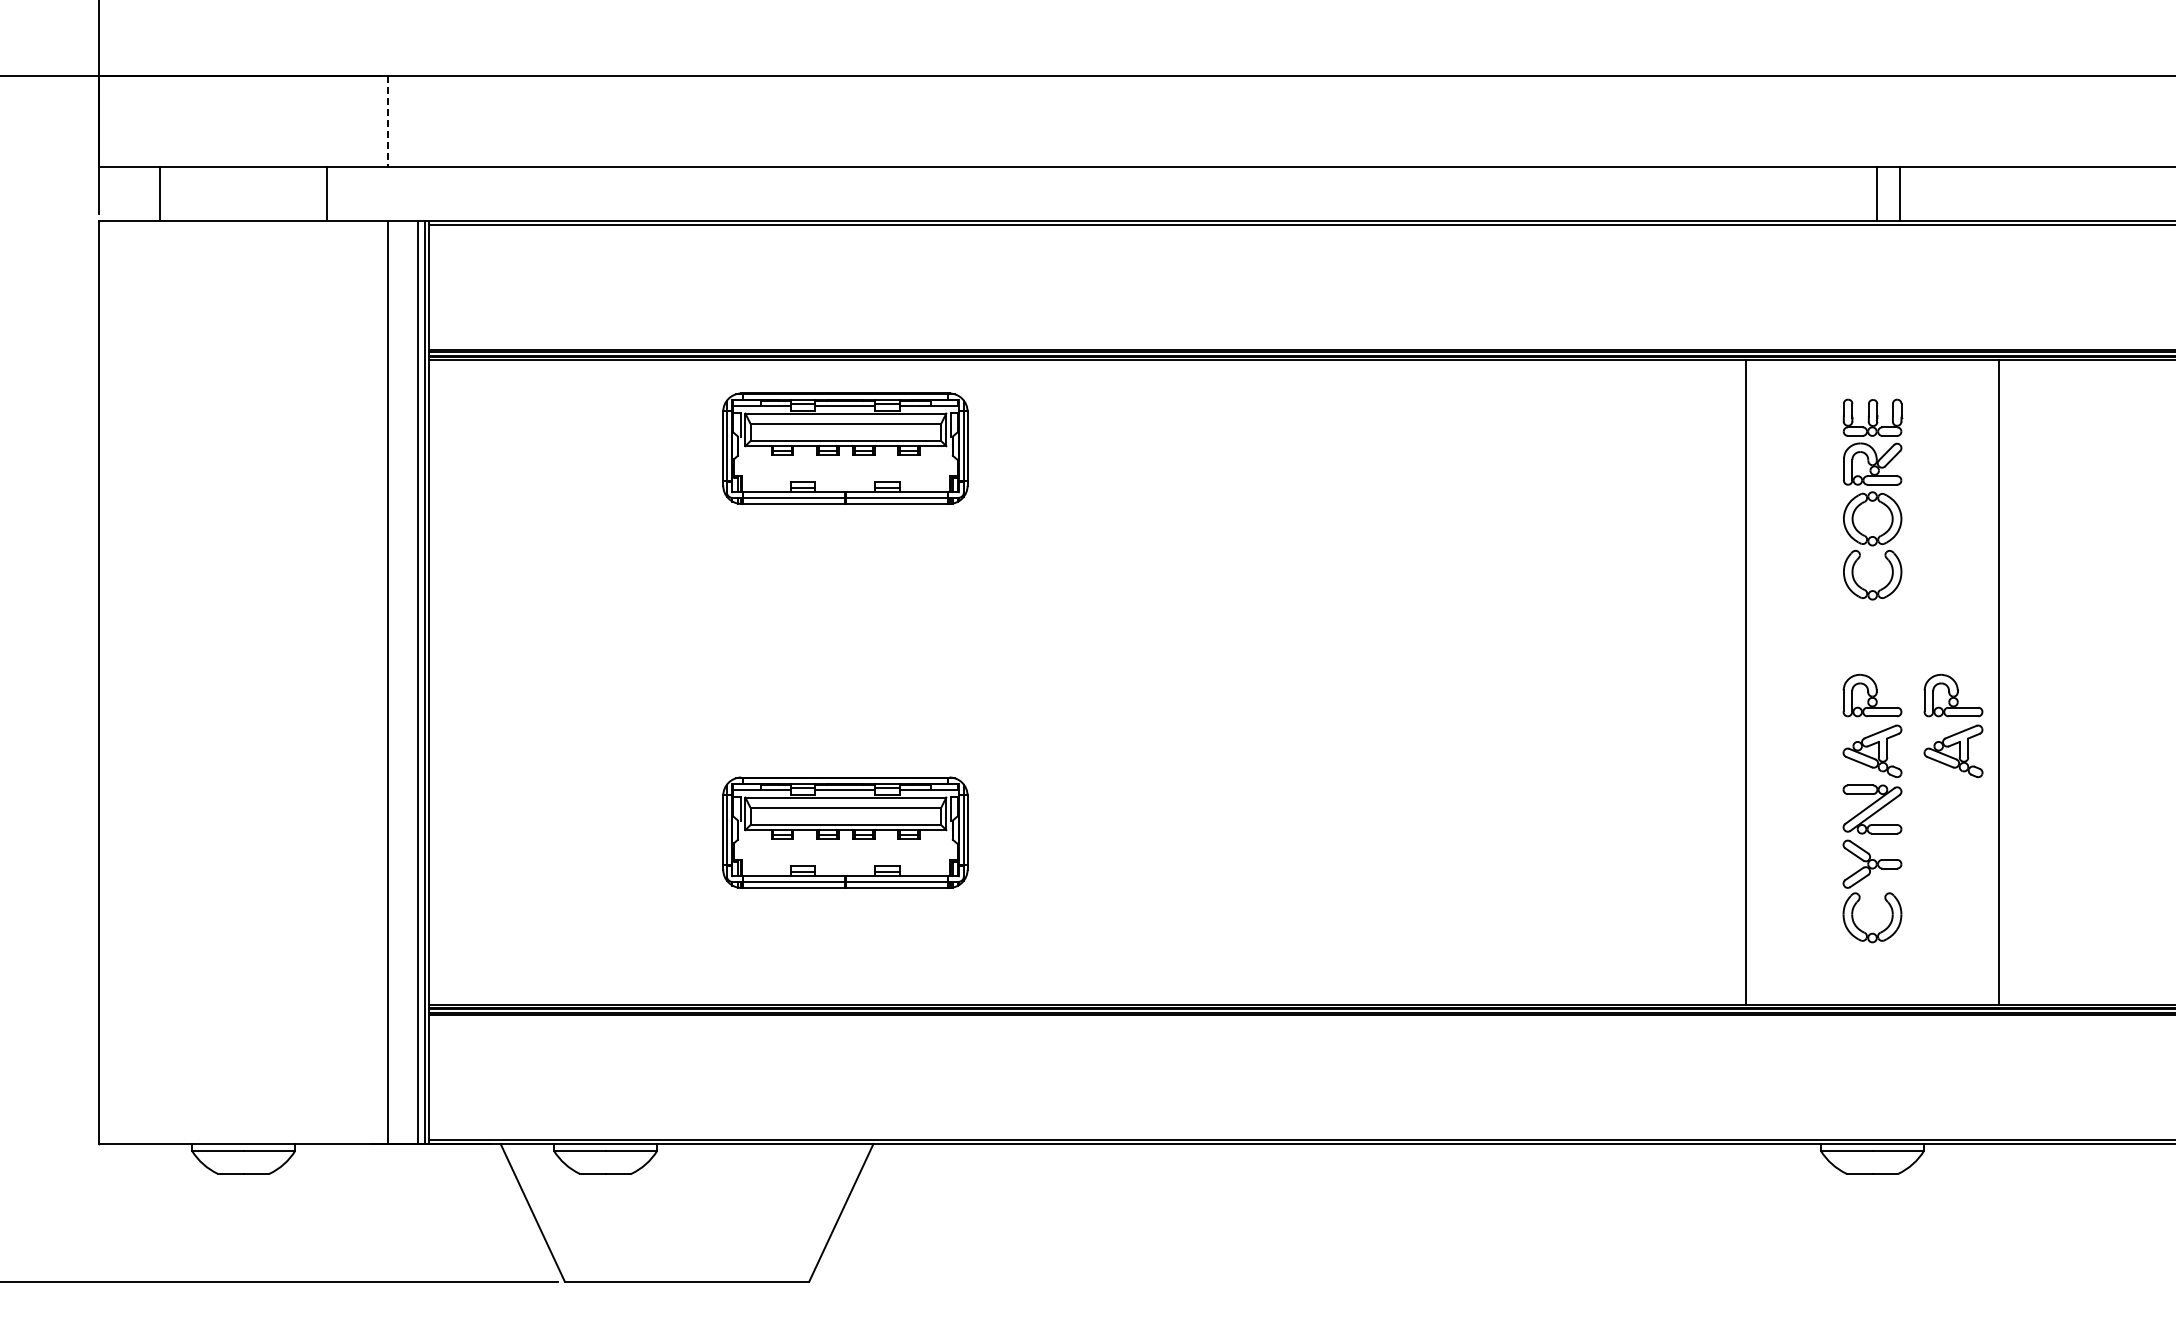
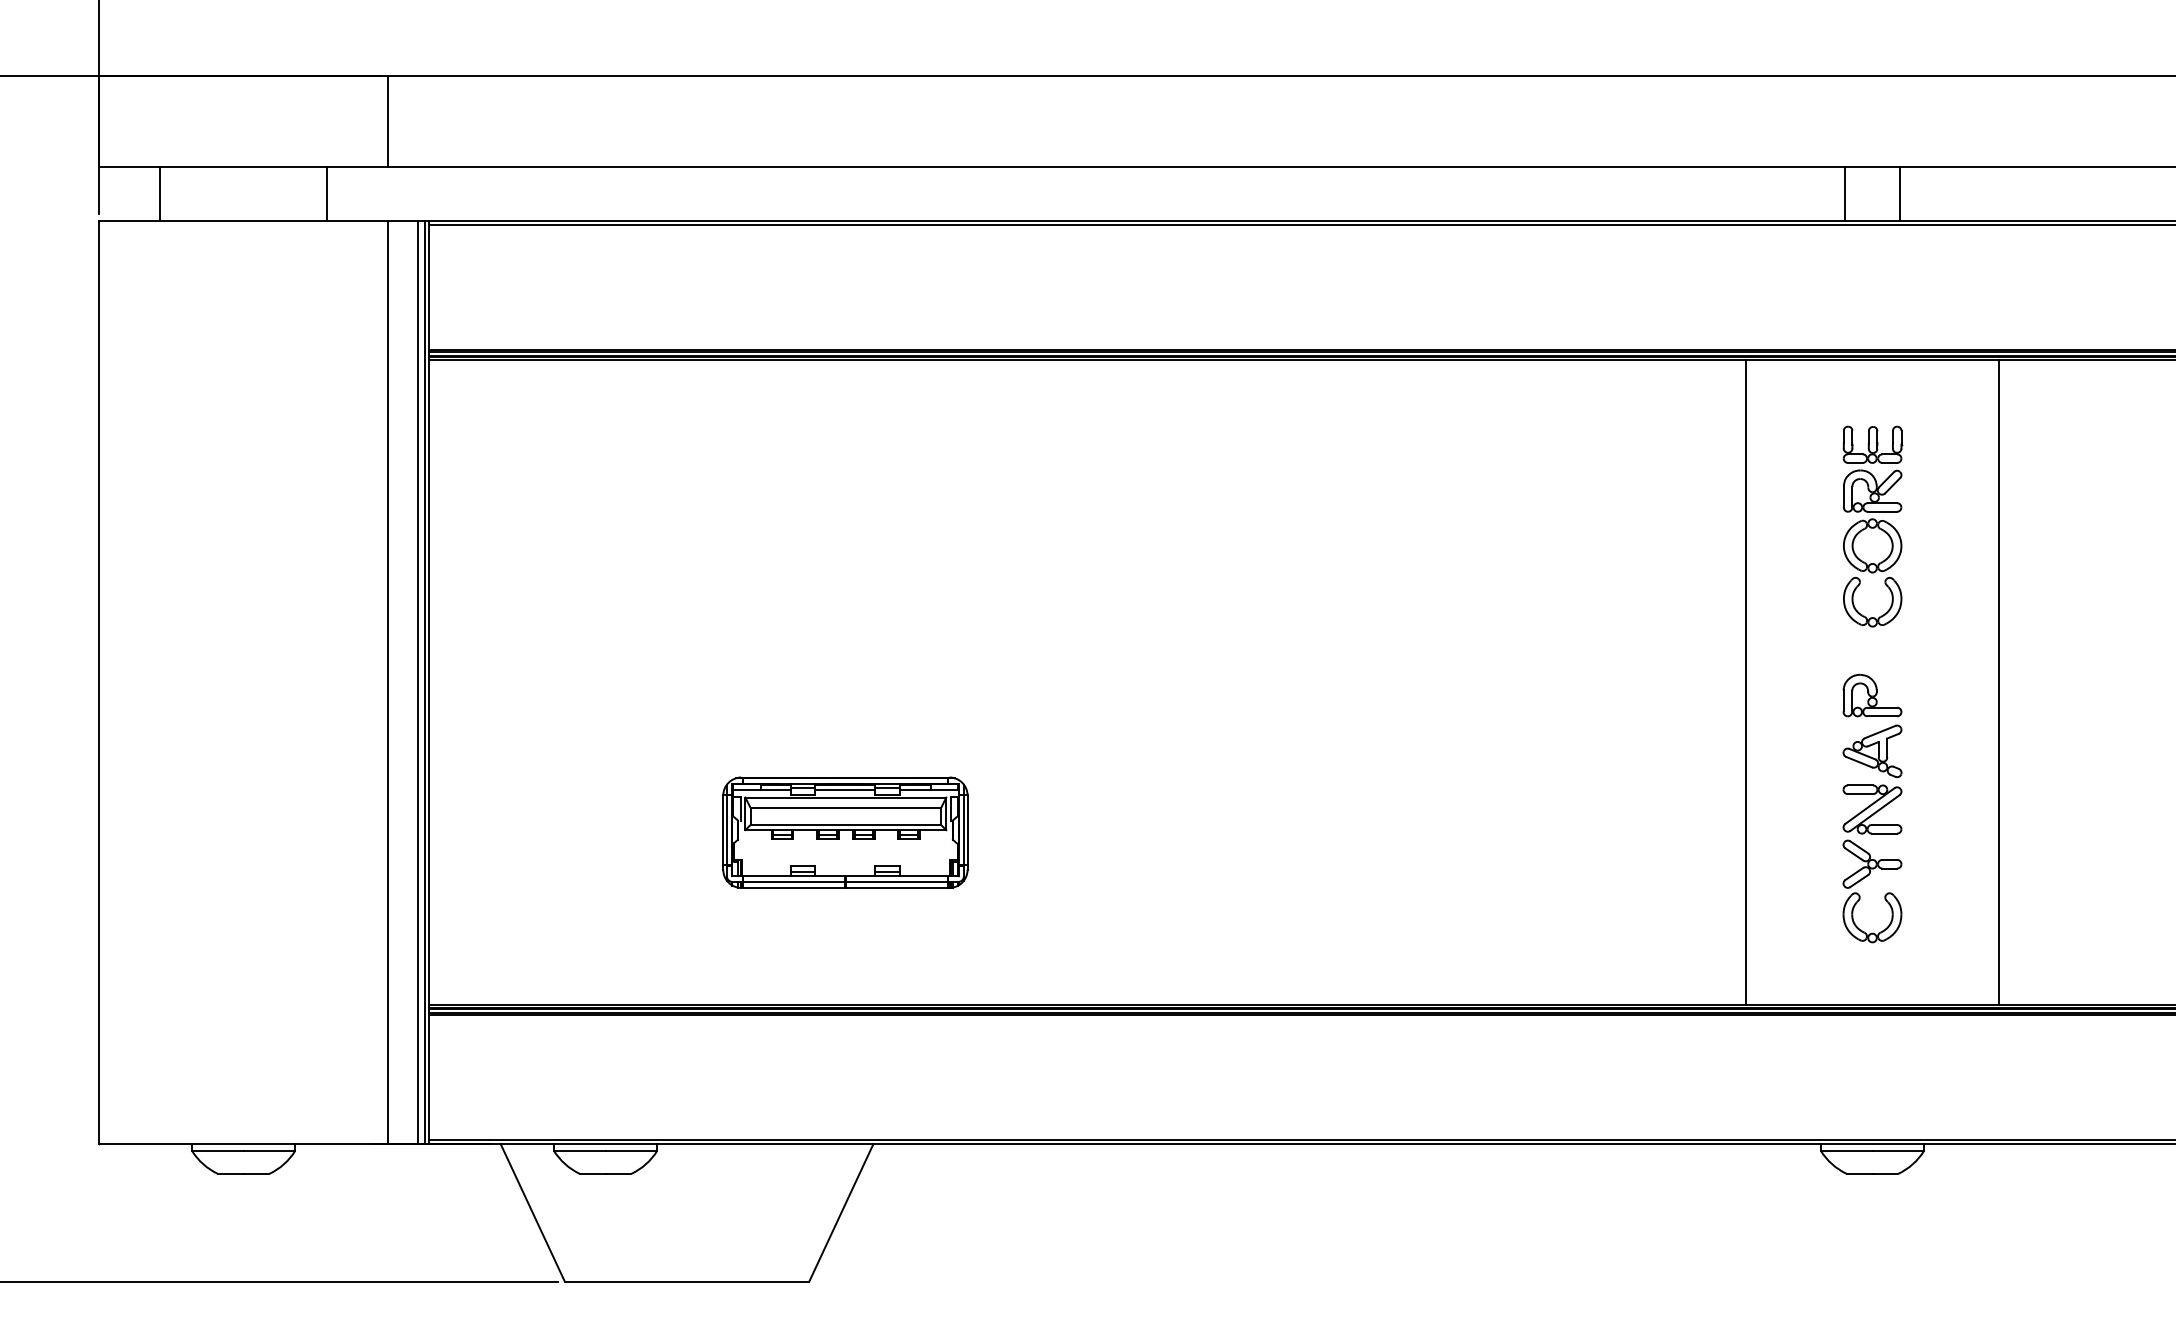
line at (388, 121): dashed -> solid
line at (1877, 193) position: (1877, 193) -> (1845, 193)
part at (845, 448): present -> none
part at (1872, 499) position: (1872, 499) -> (1872, 526)
part at (1957, 732): present -> none
